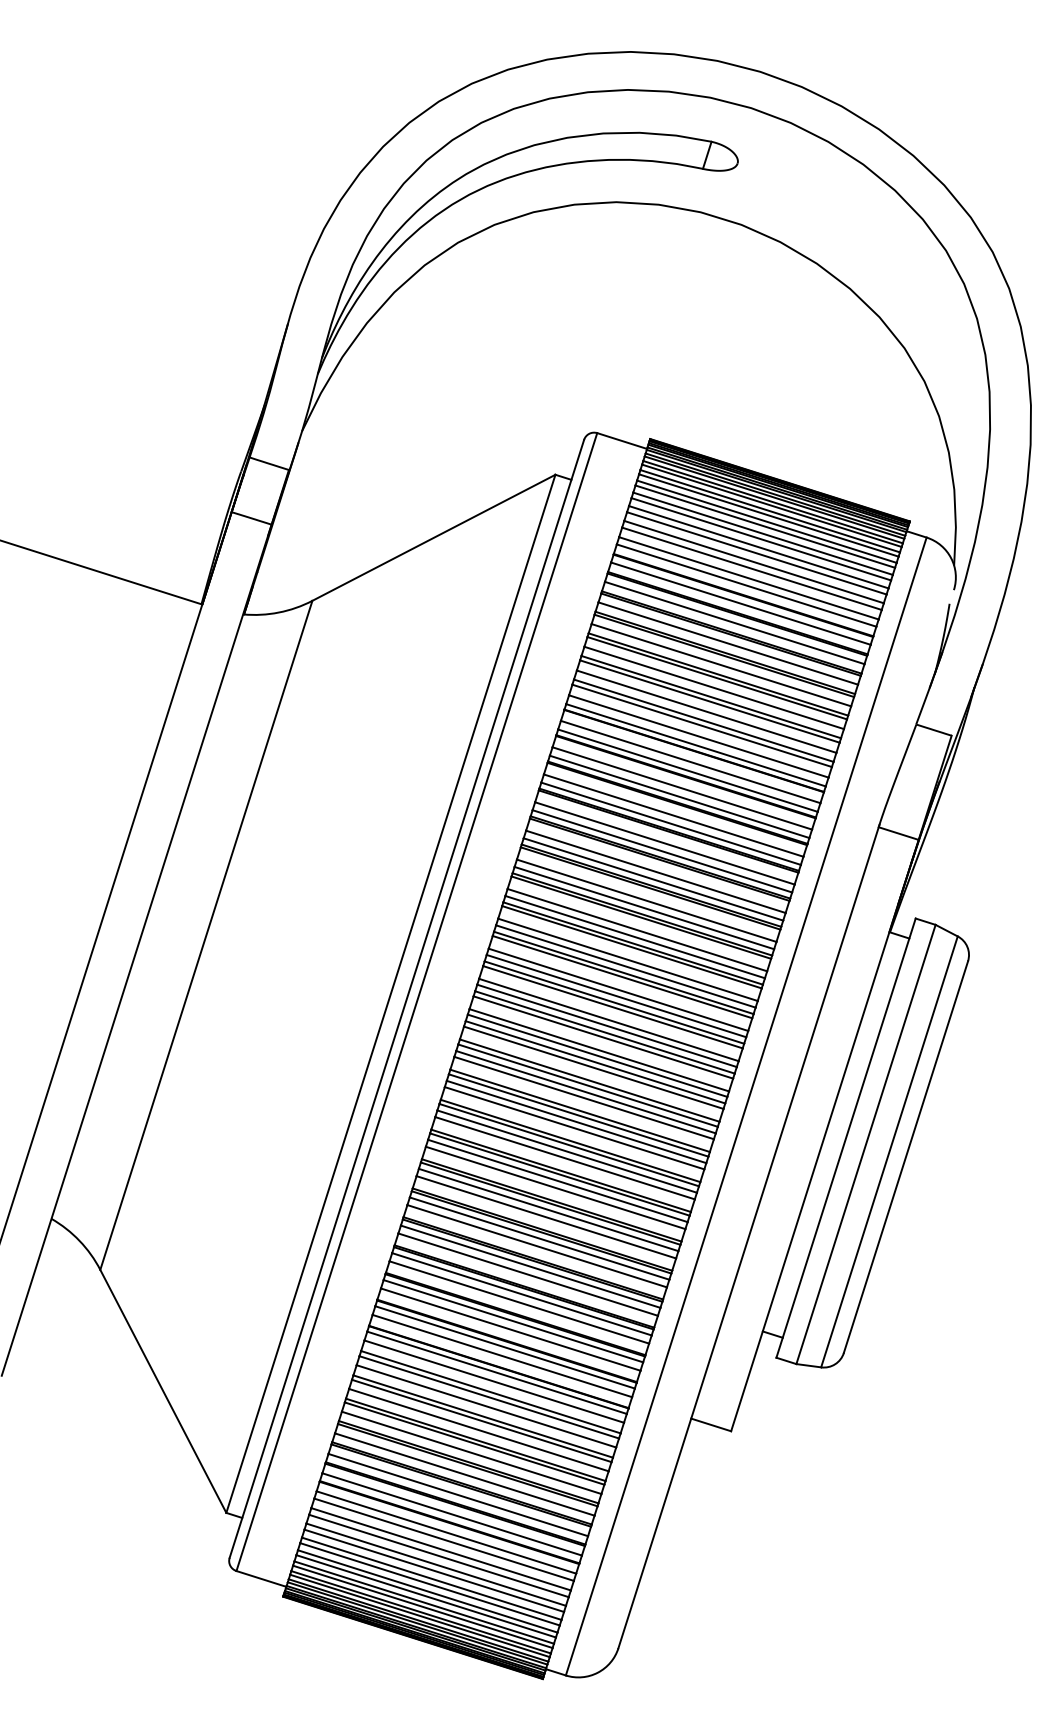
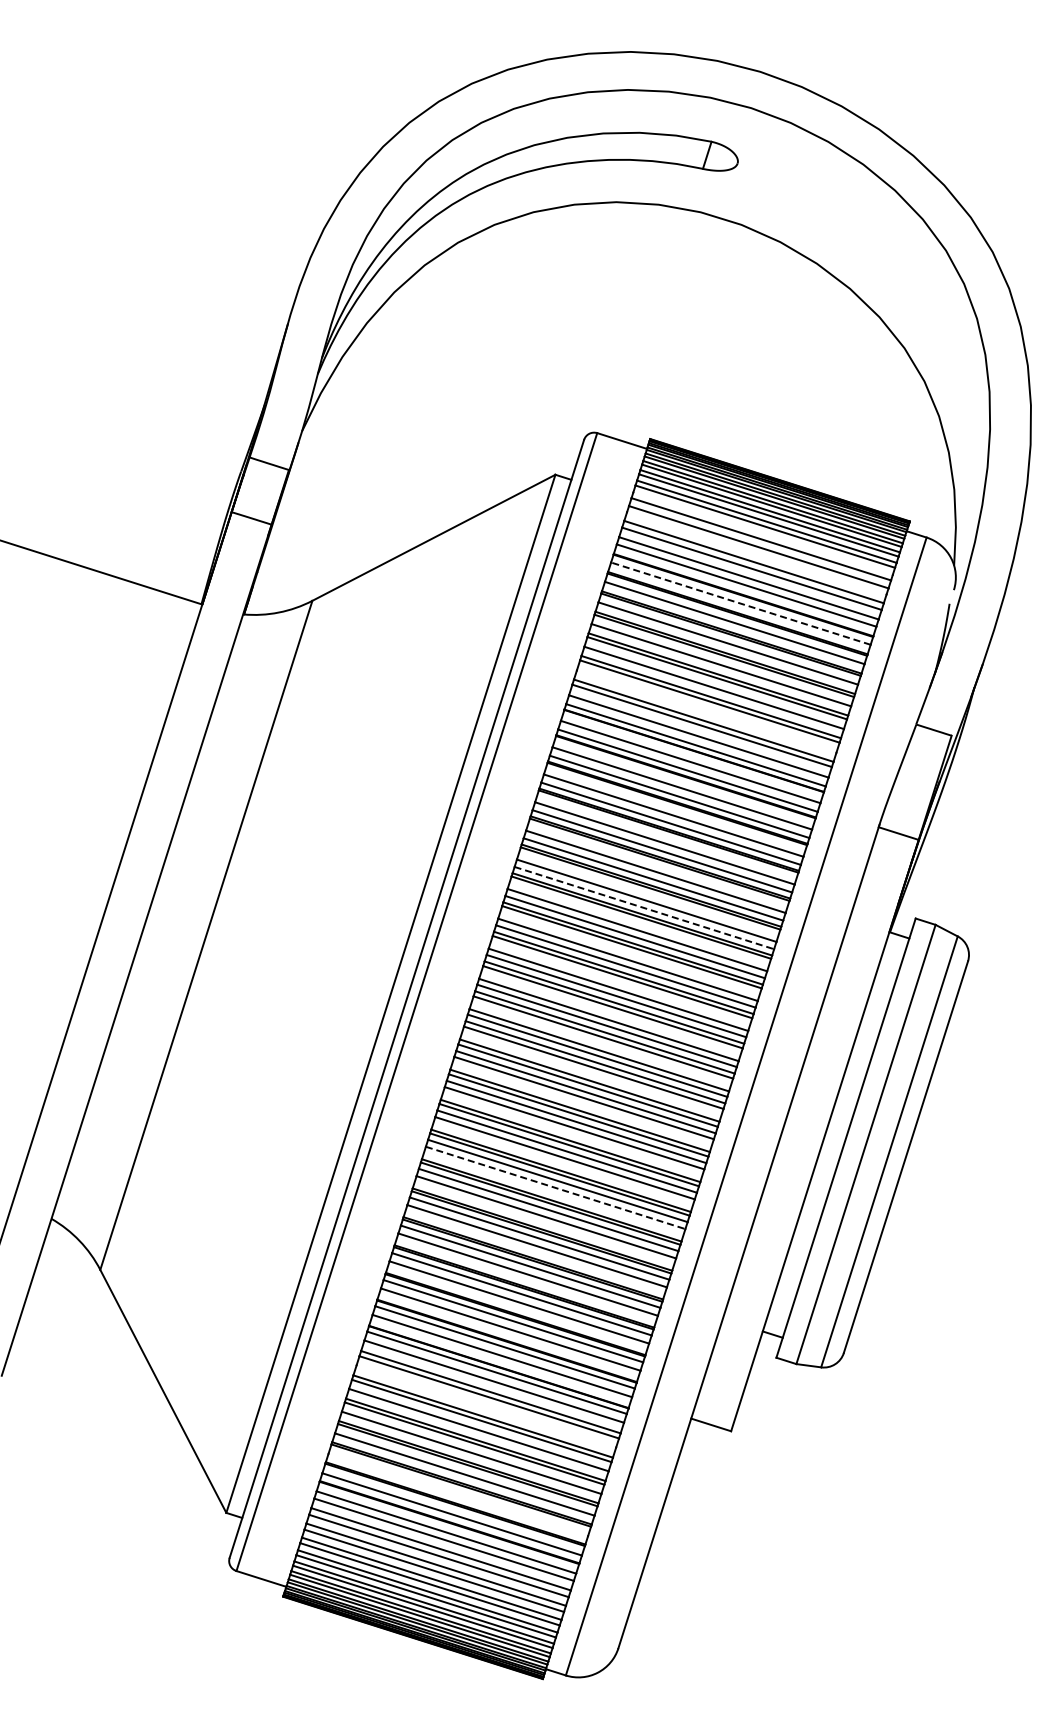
line at (762, 533): present -> none
line at (756, 553): present -> none
line at (740, 603): solid -> dashed
line at (706, 711): present -> none
line at (644, 908): solid -> dashed
line at (556, 1188): solid -> dashed
line at (486, 1406): present -> none
line at (458, 1494): present -> none
